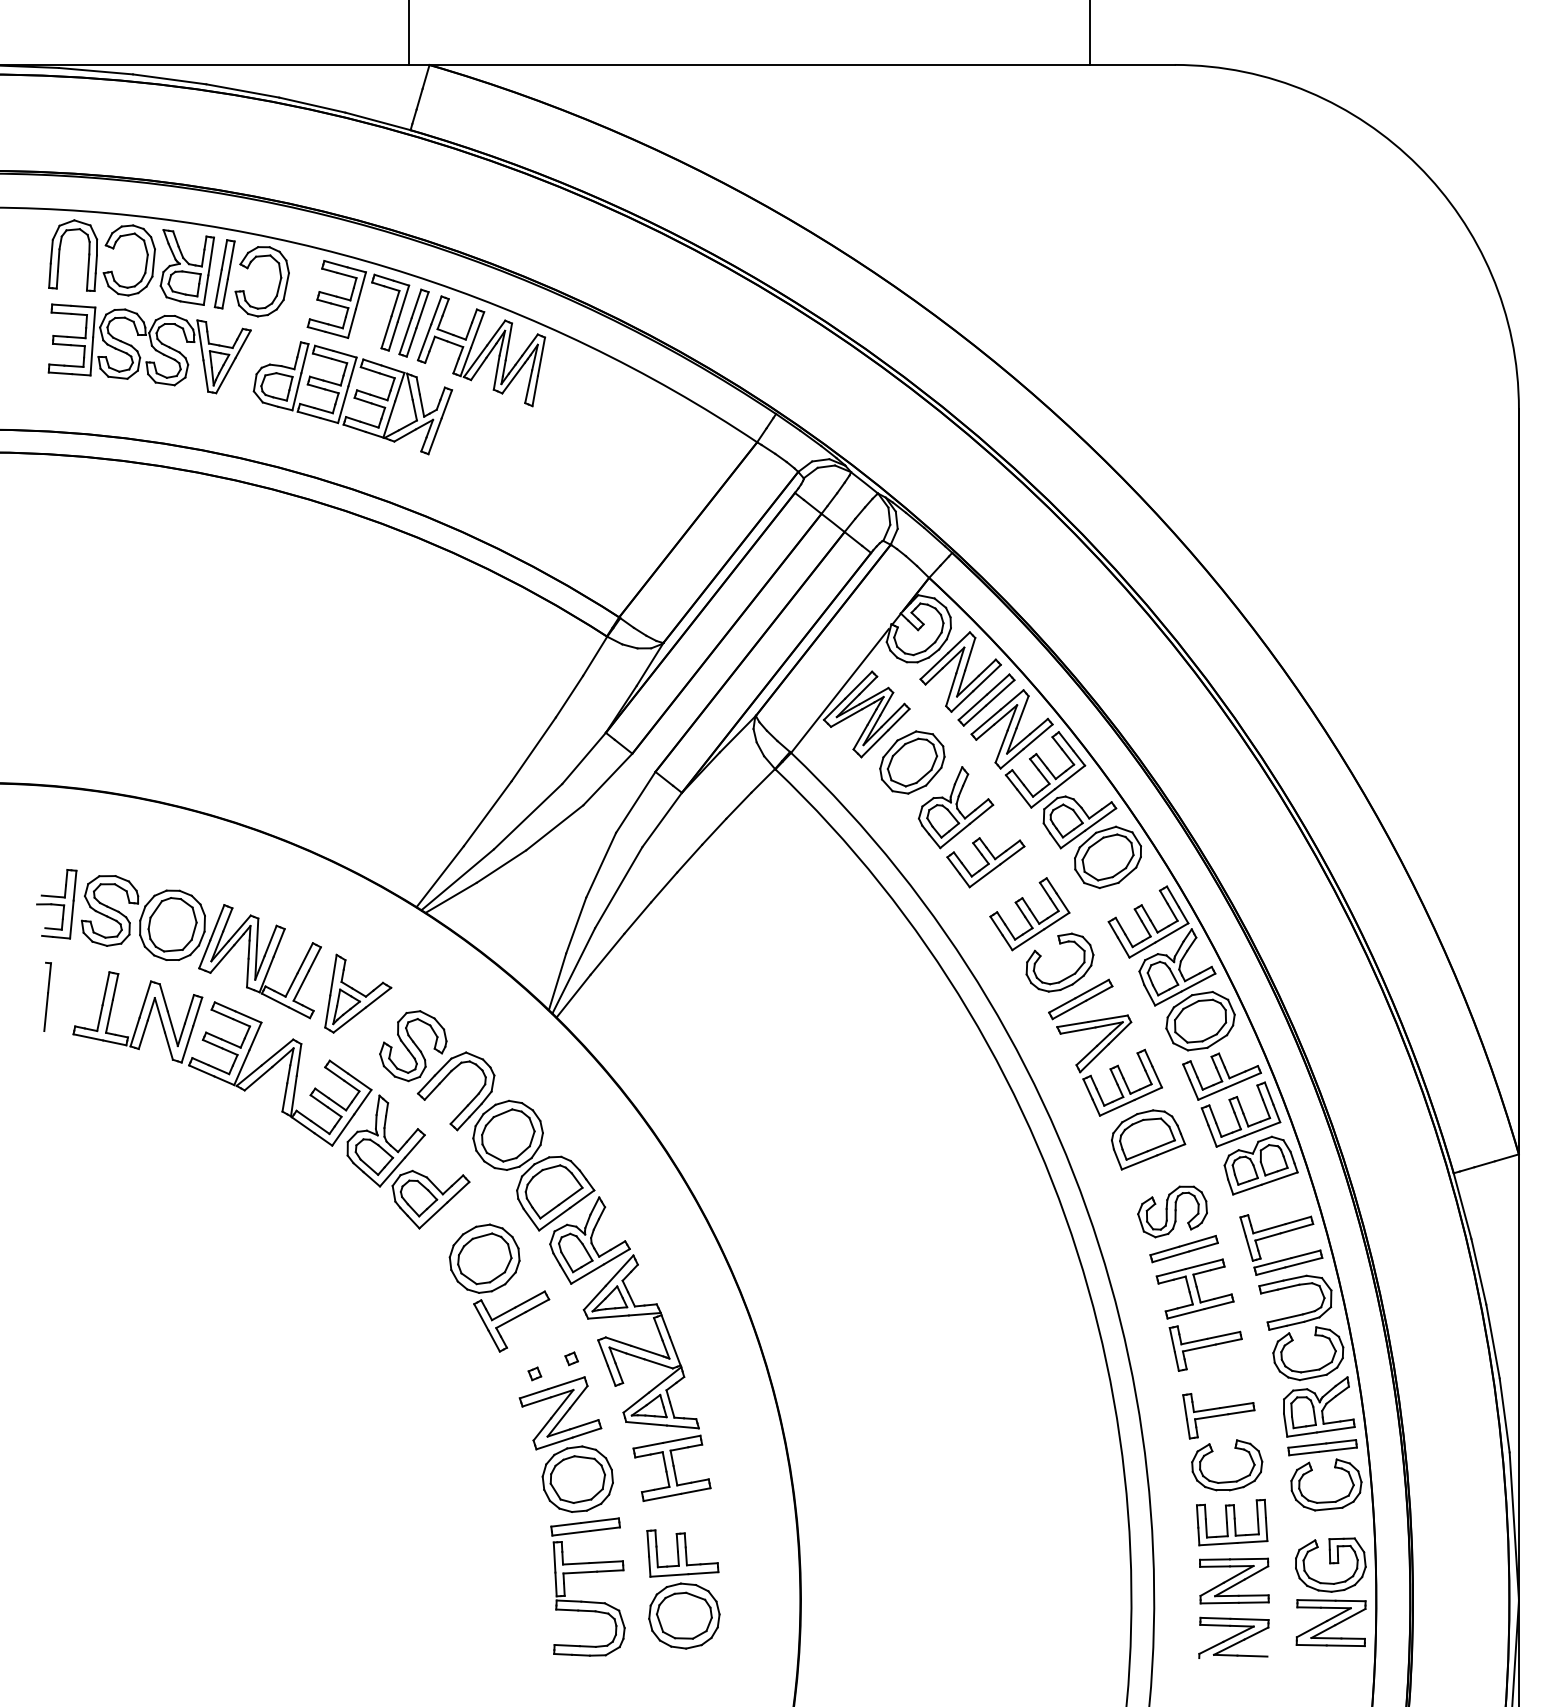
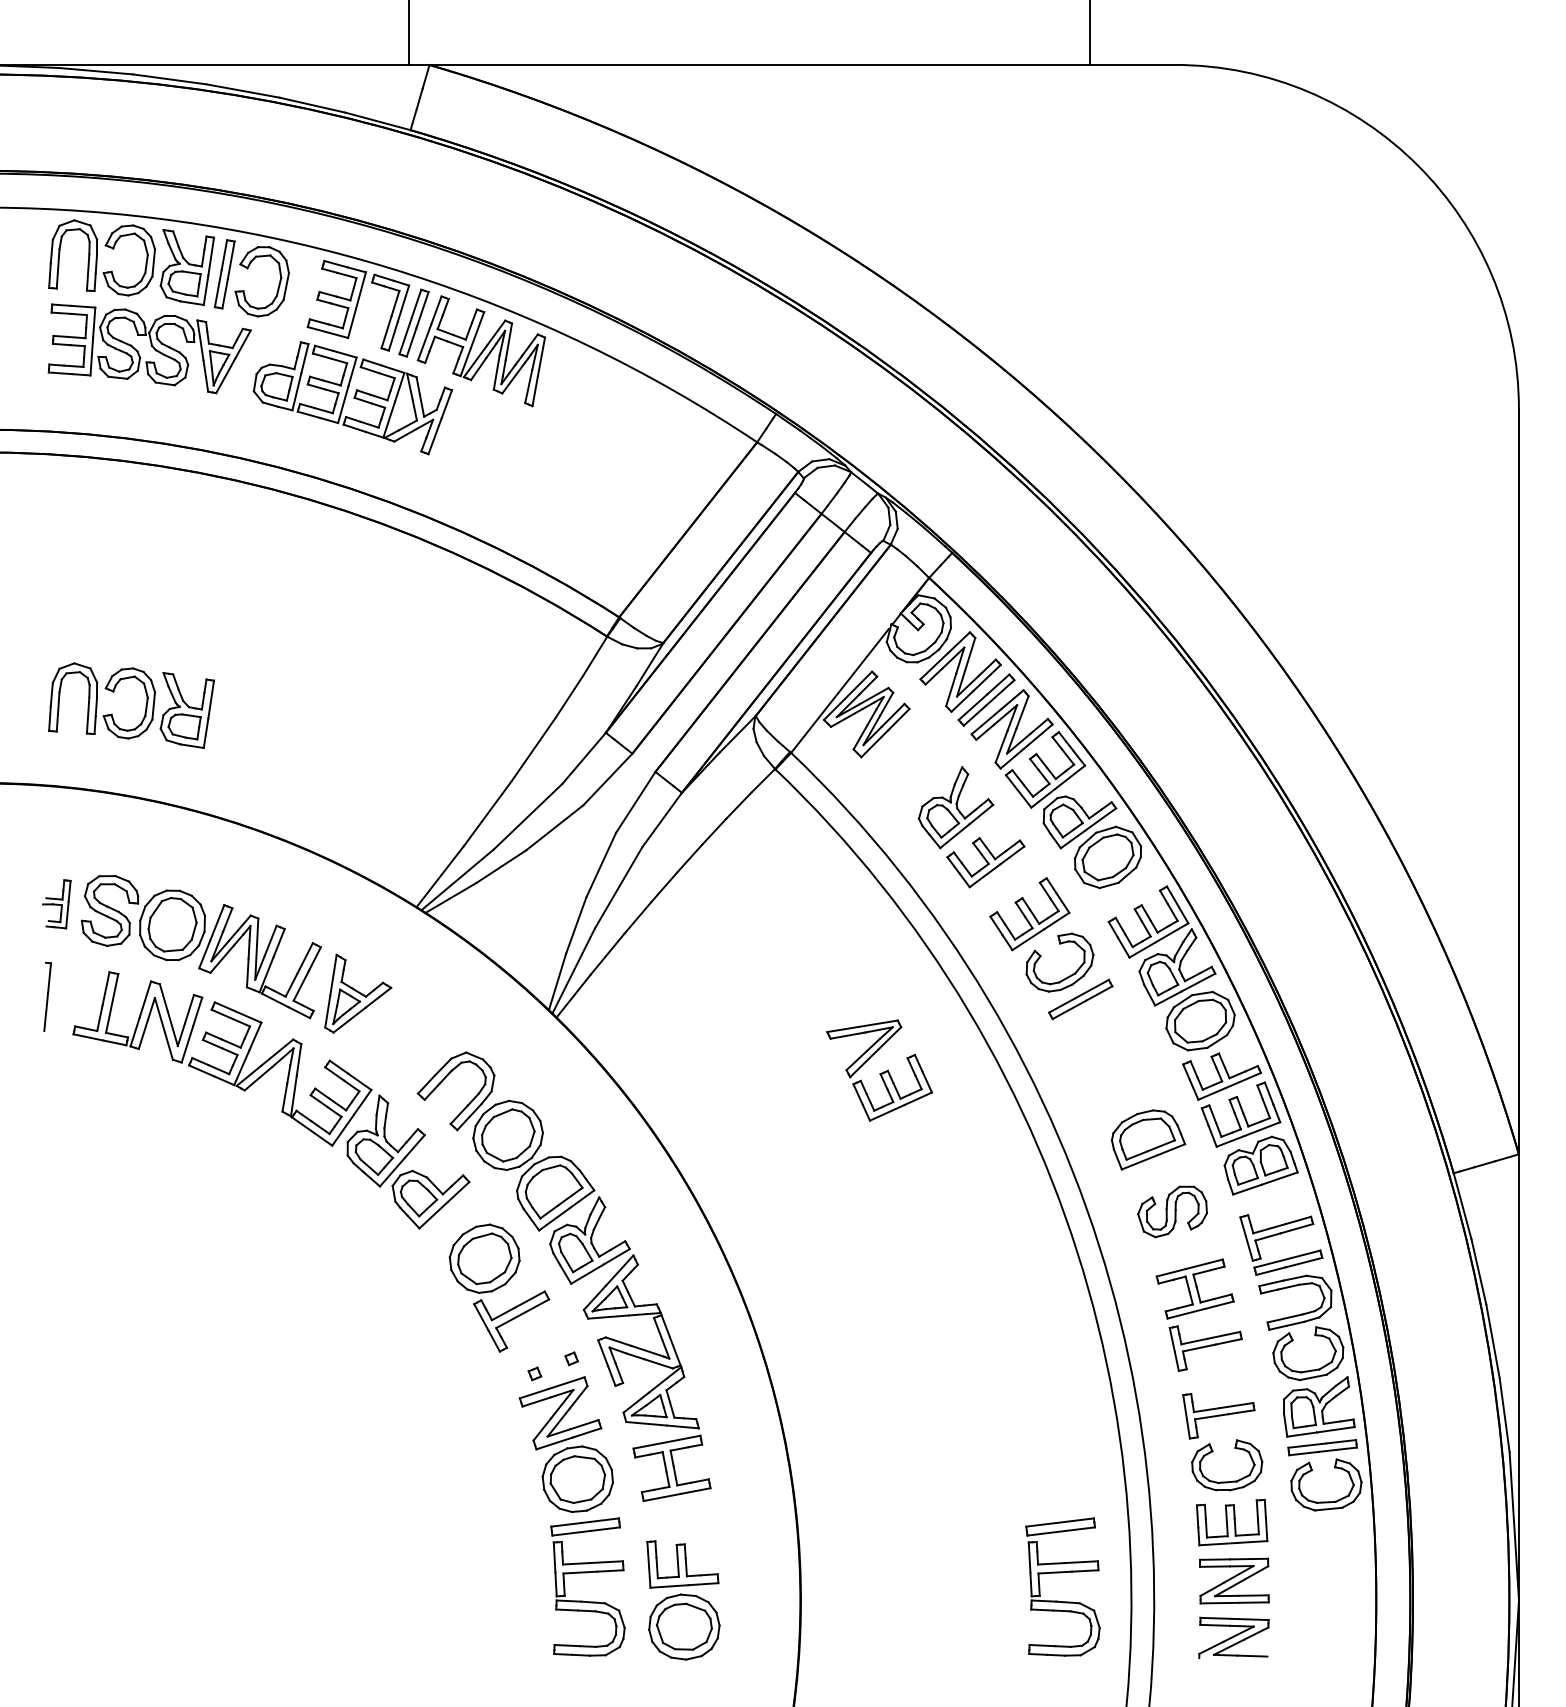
part at (145, 705): none -> present
part at (912, 762): present -> none
part at (56, 904) size: 42x71 px -> 30x51 px
part at (413, 1046): present -> none
part at (1109, 1065) position: (1109, 1065) -> (879, 1070)
part at (1183, 1249): present -> none
part at (1062, 1573): none -> present
part at (683, 1589) position: (683, 1589) -> (683, 1600)
part at (1330, 1591): present -> none
